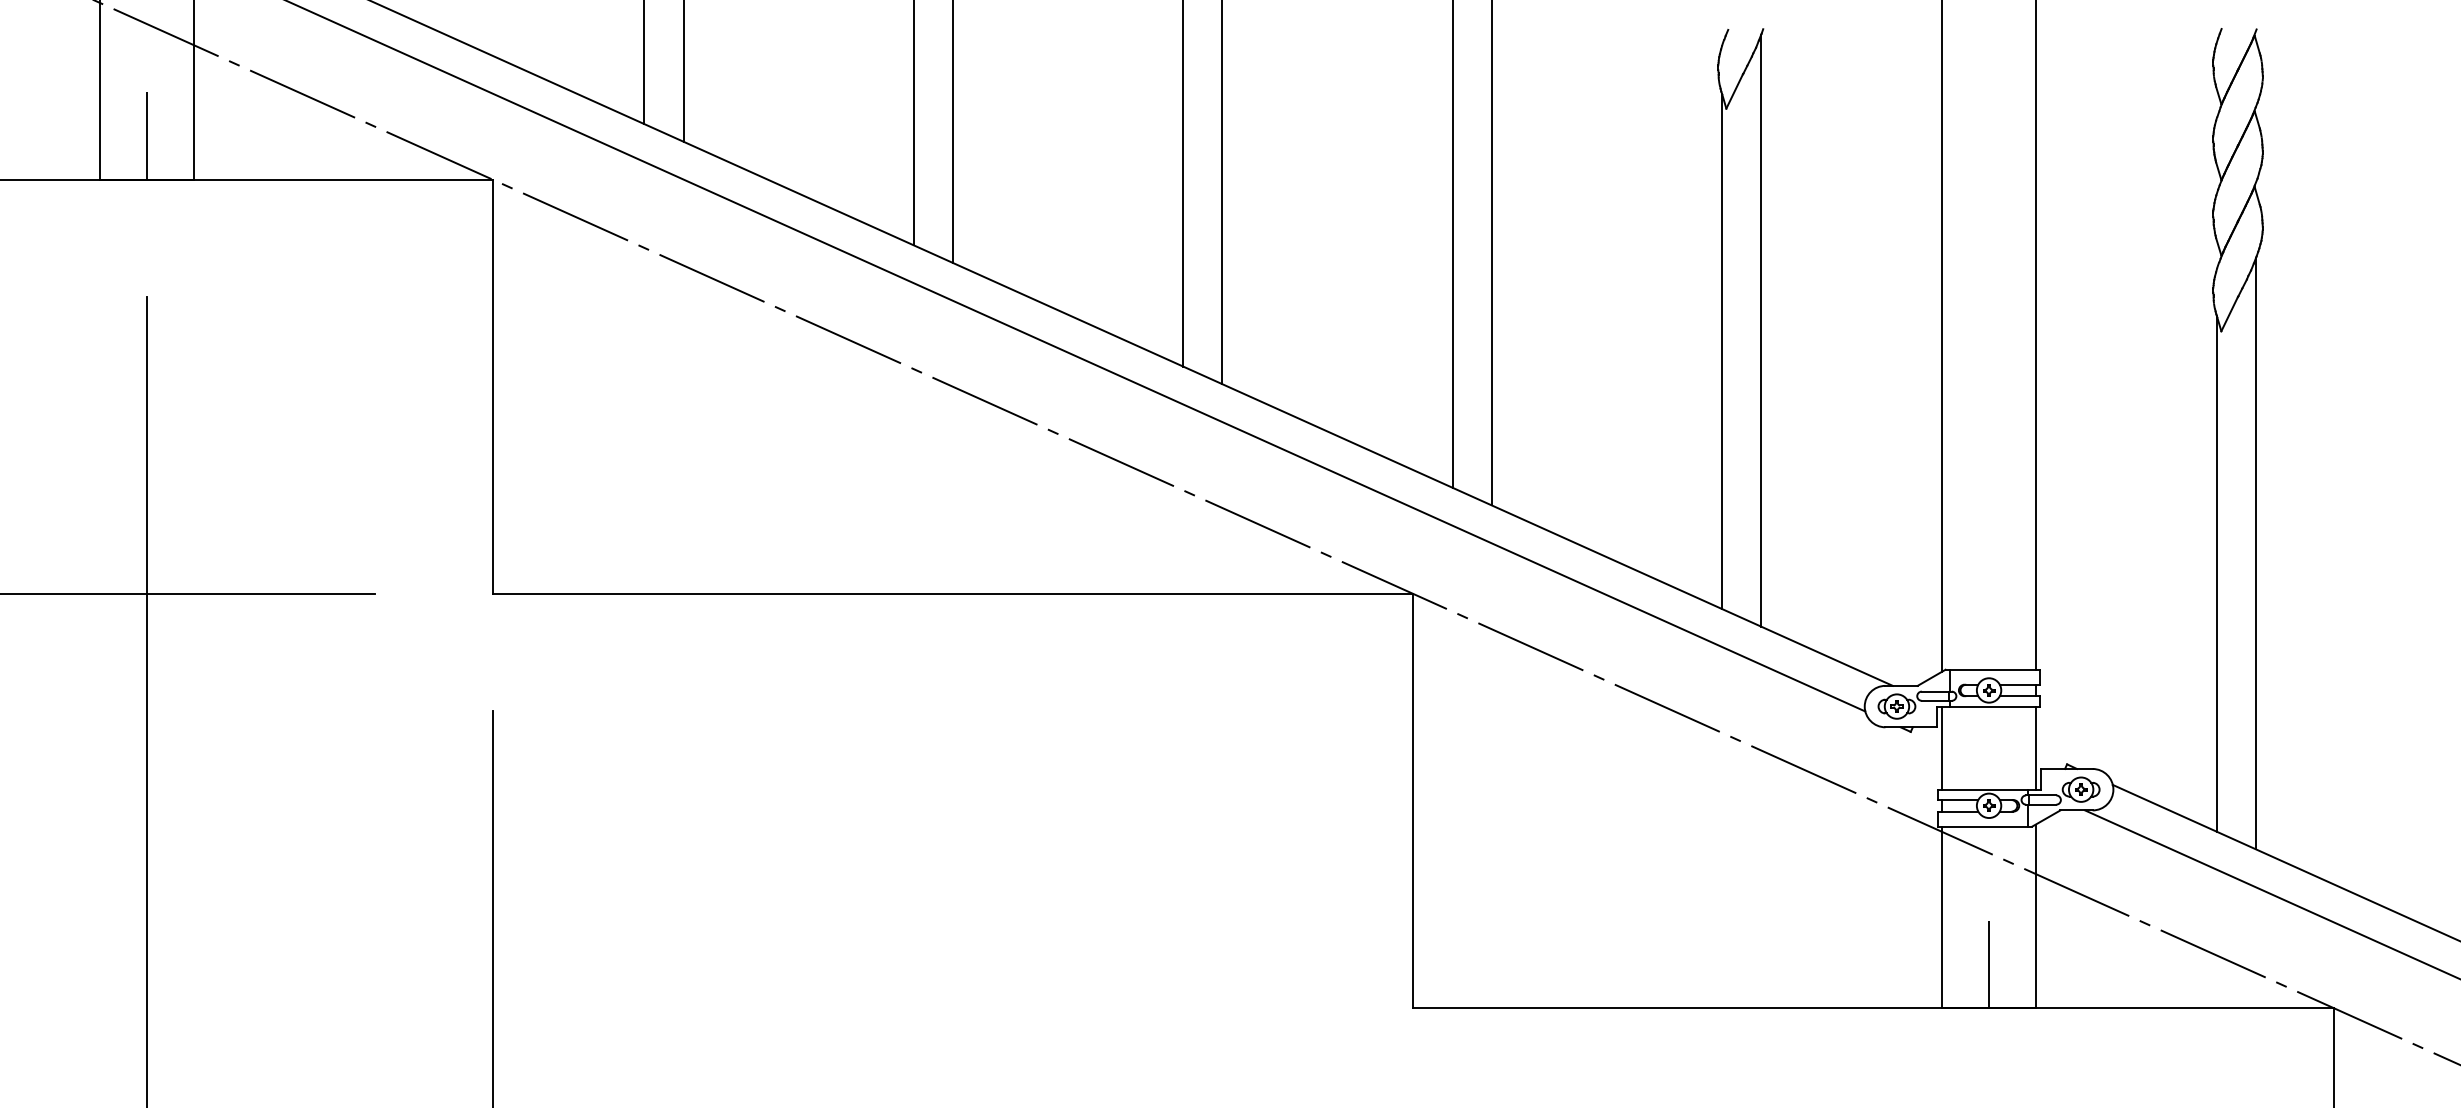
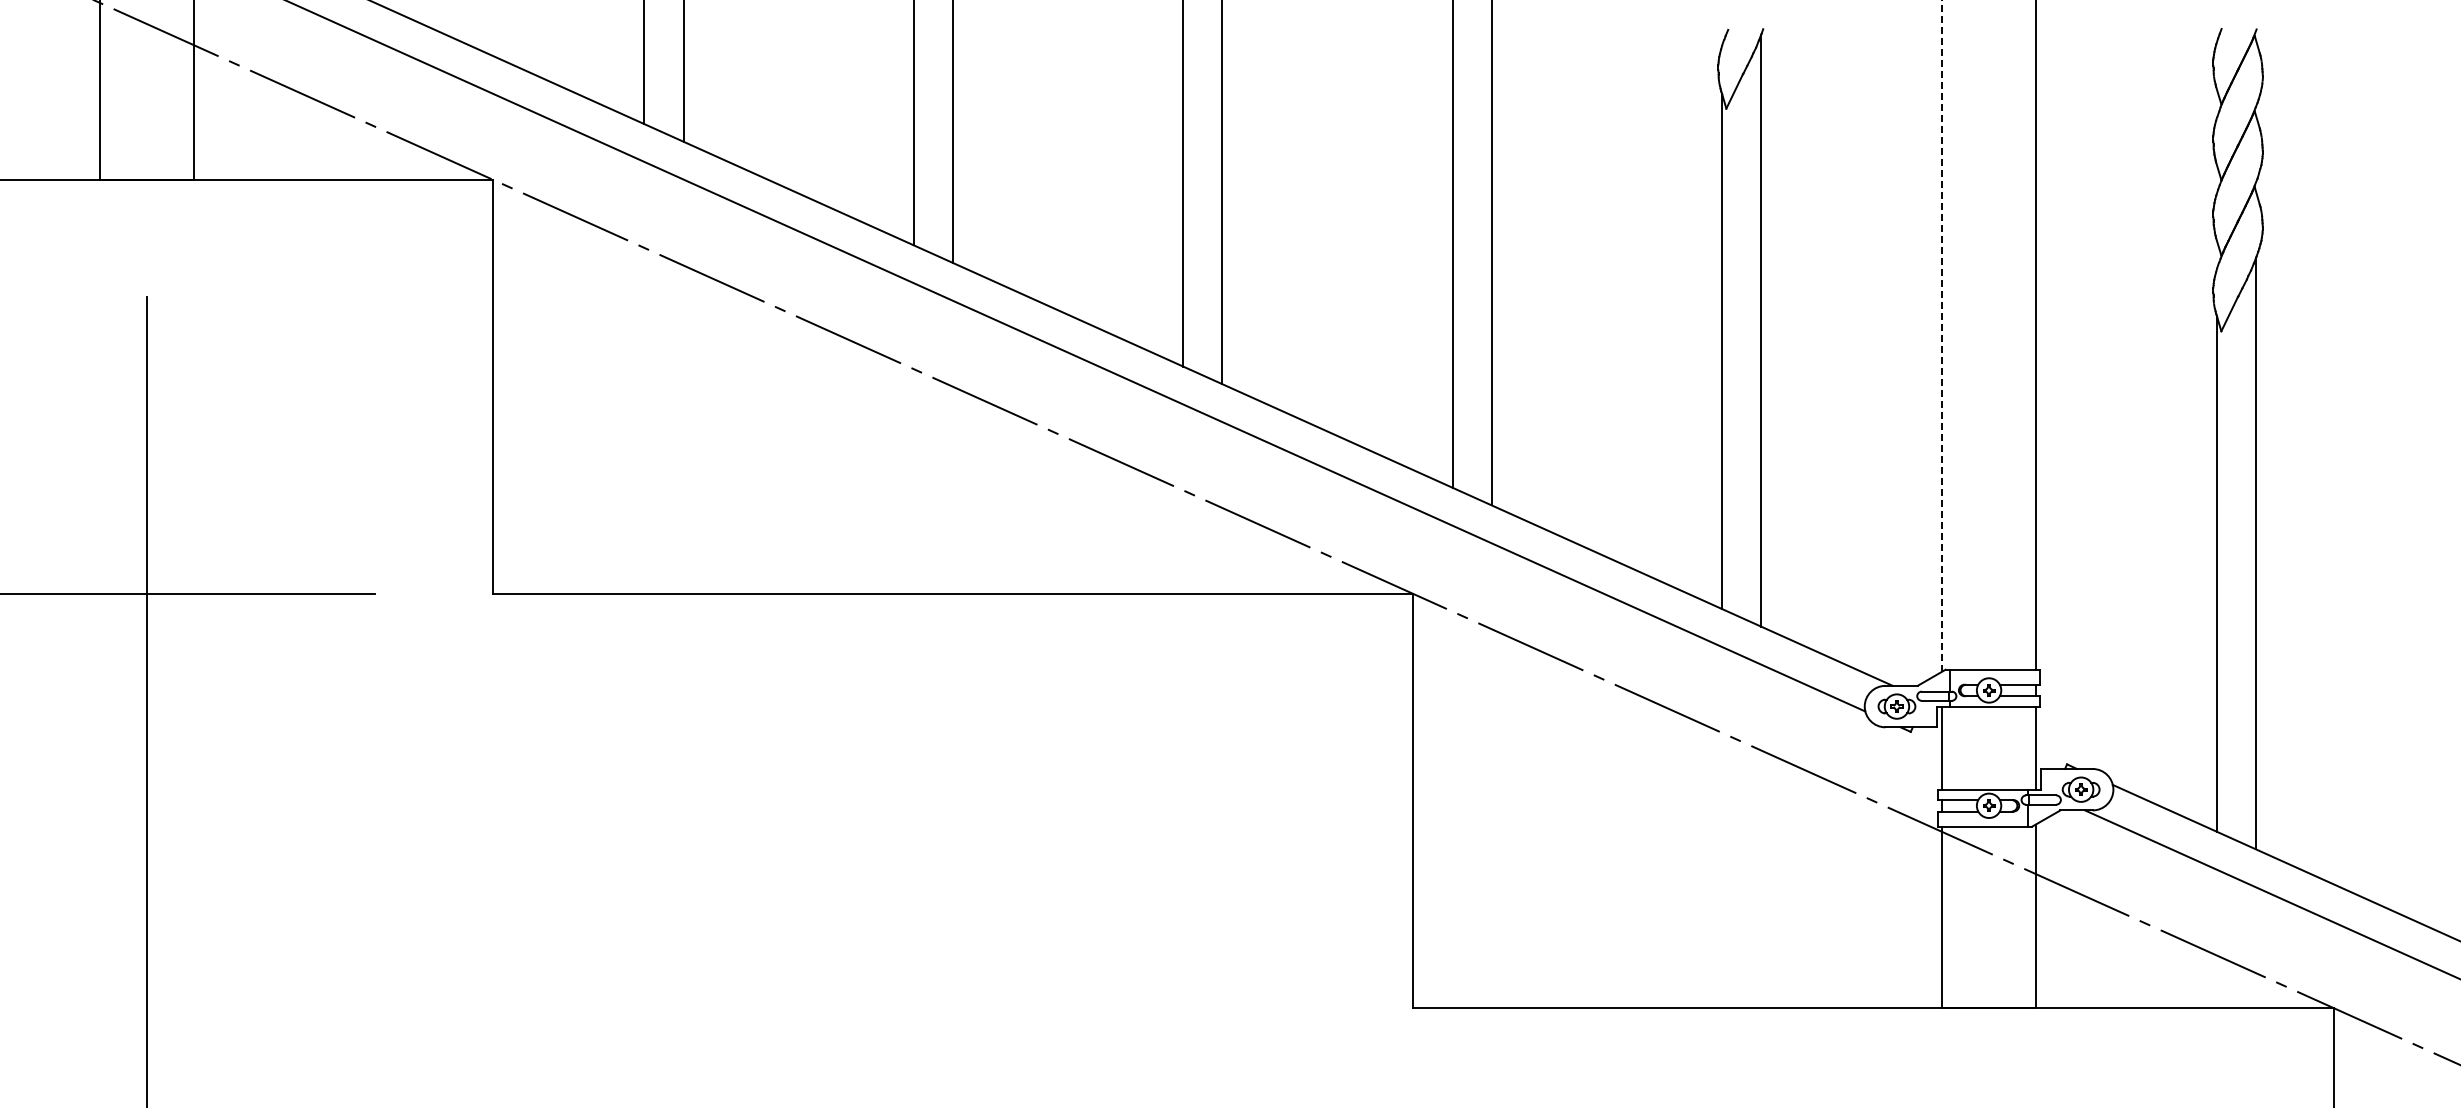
line at (147, 135): present -> none
line at (1942, 335): solid -> dashed
line at (492, 907): present -> none
line at (1989, 964): present -> none
